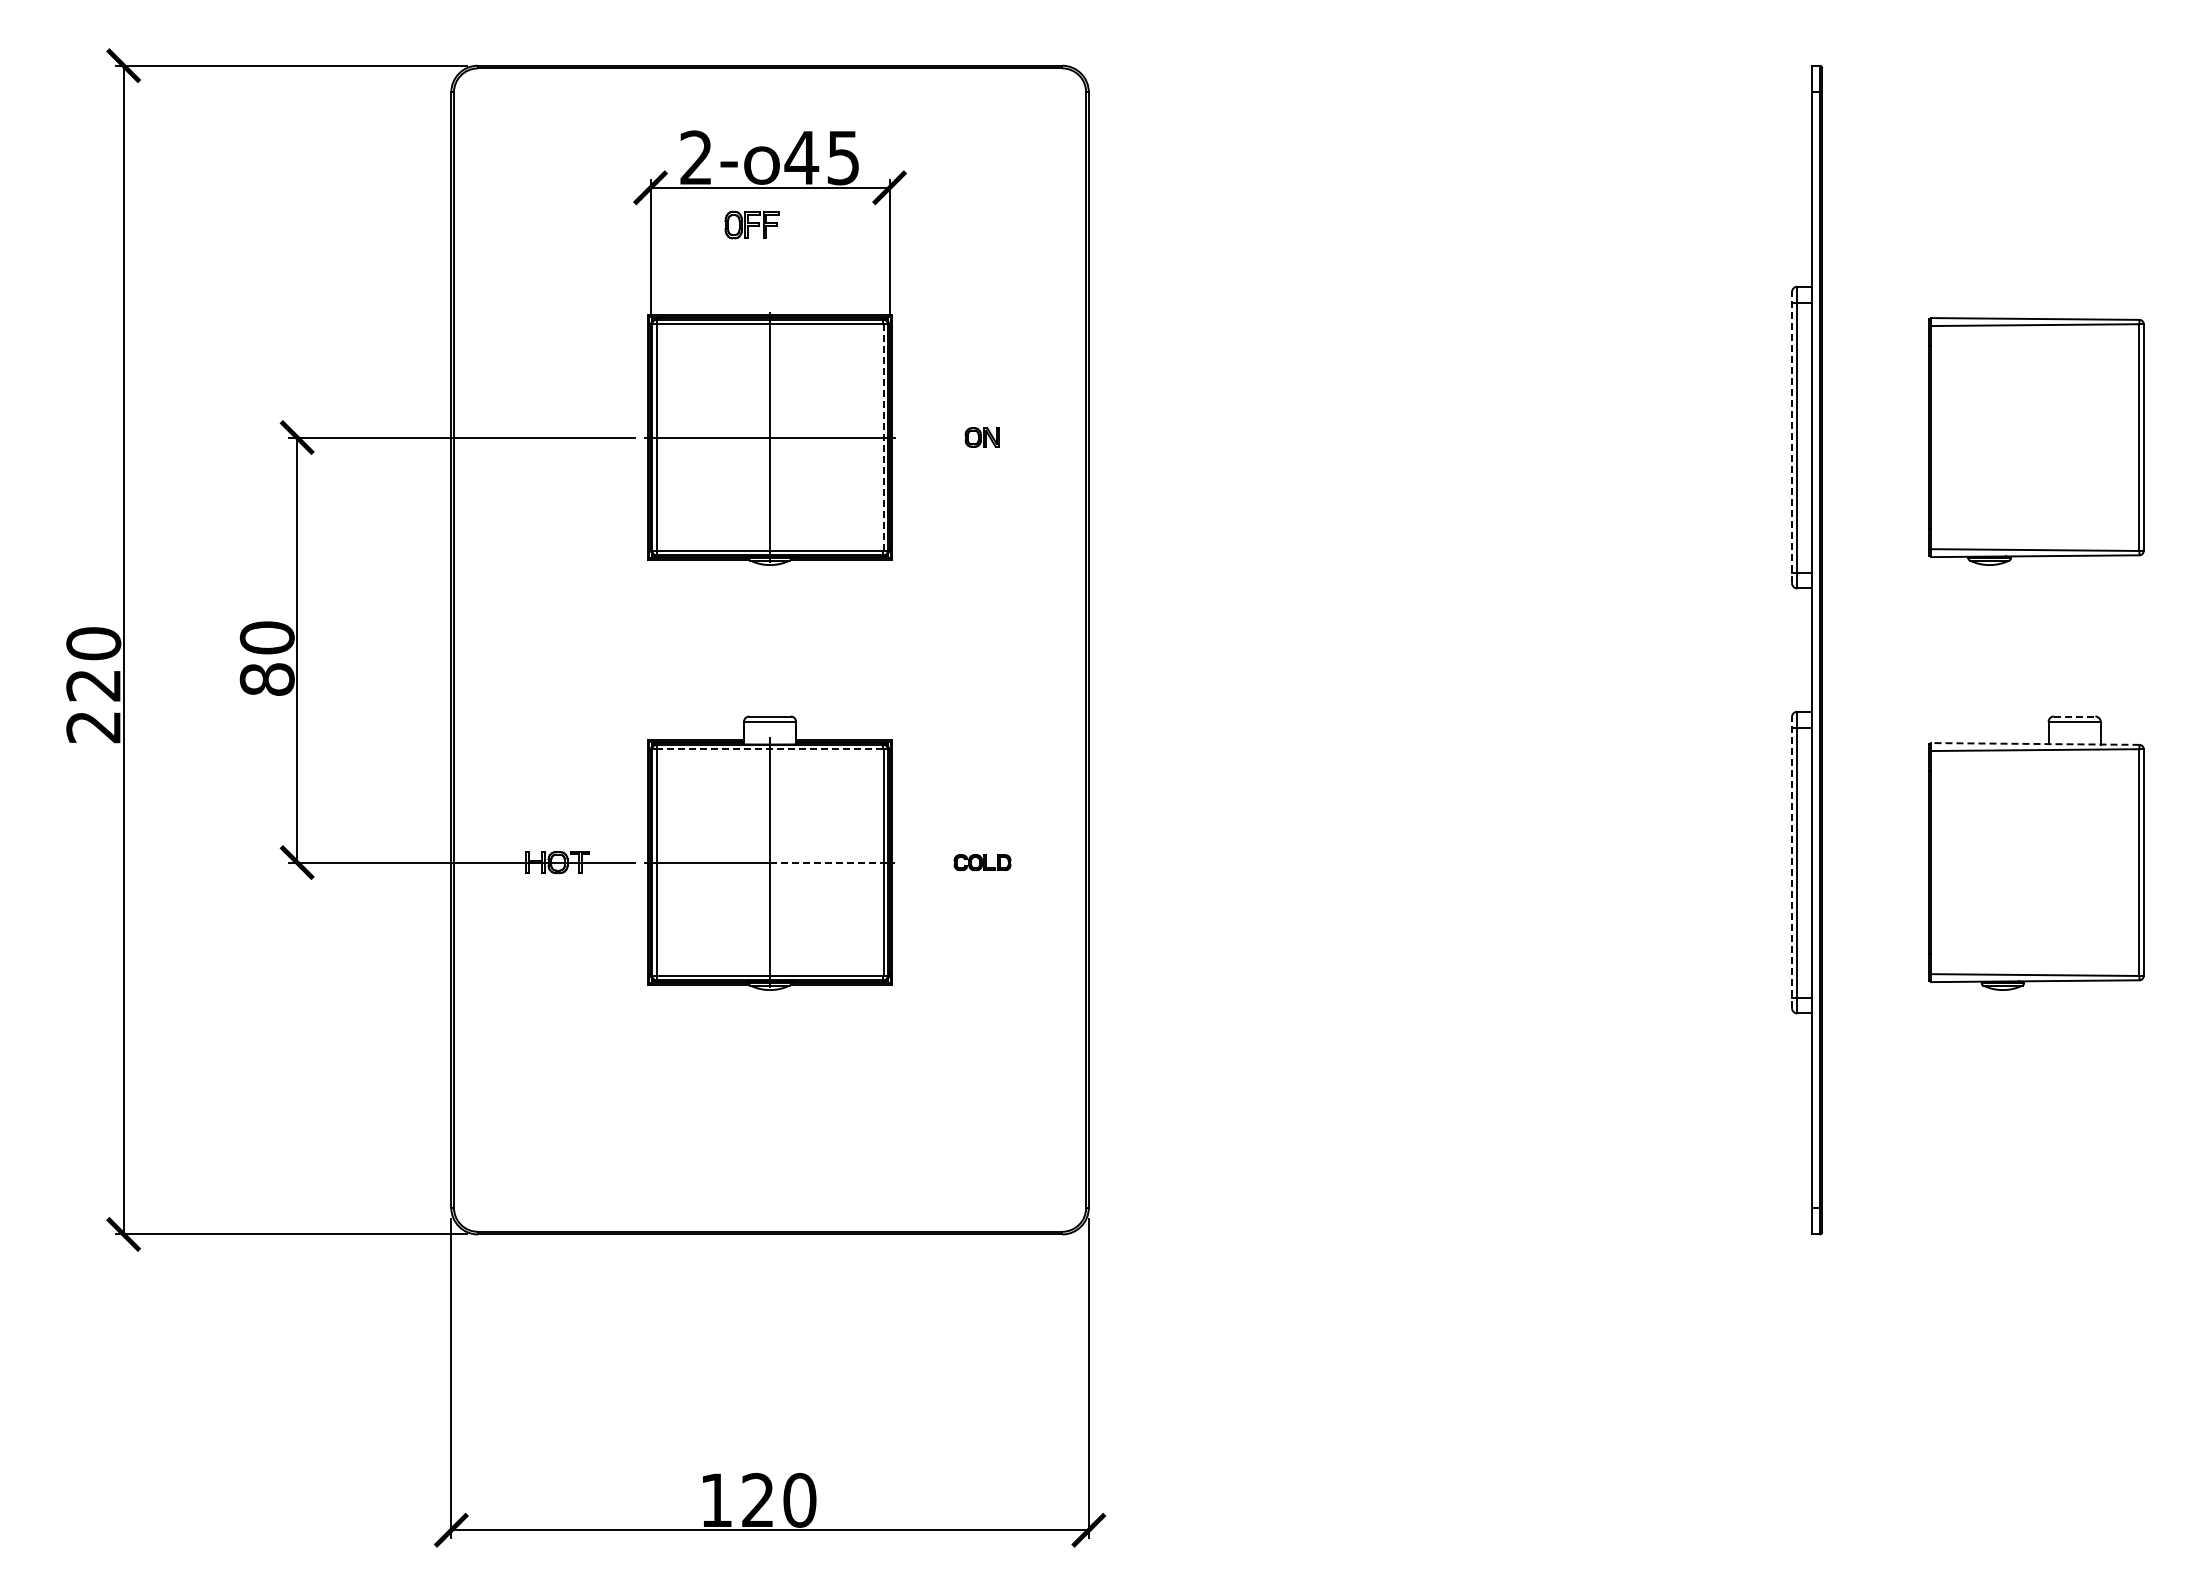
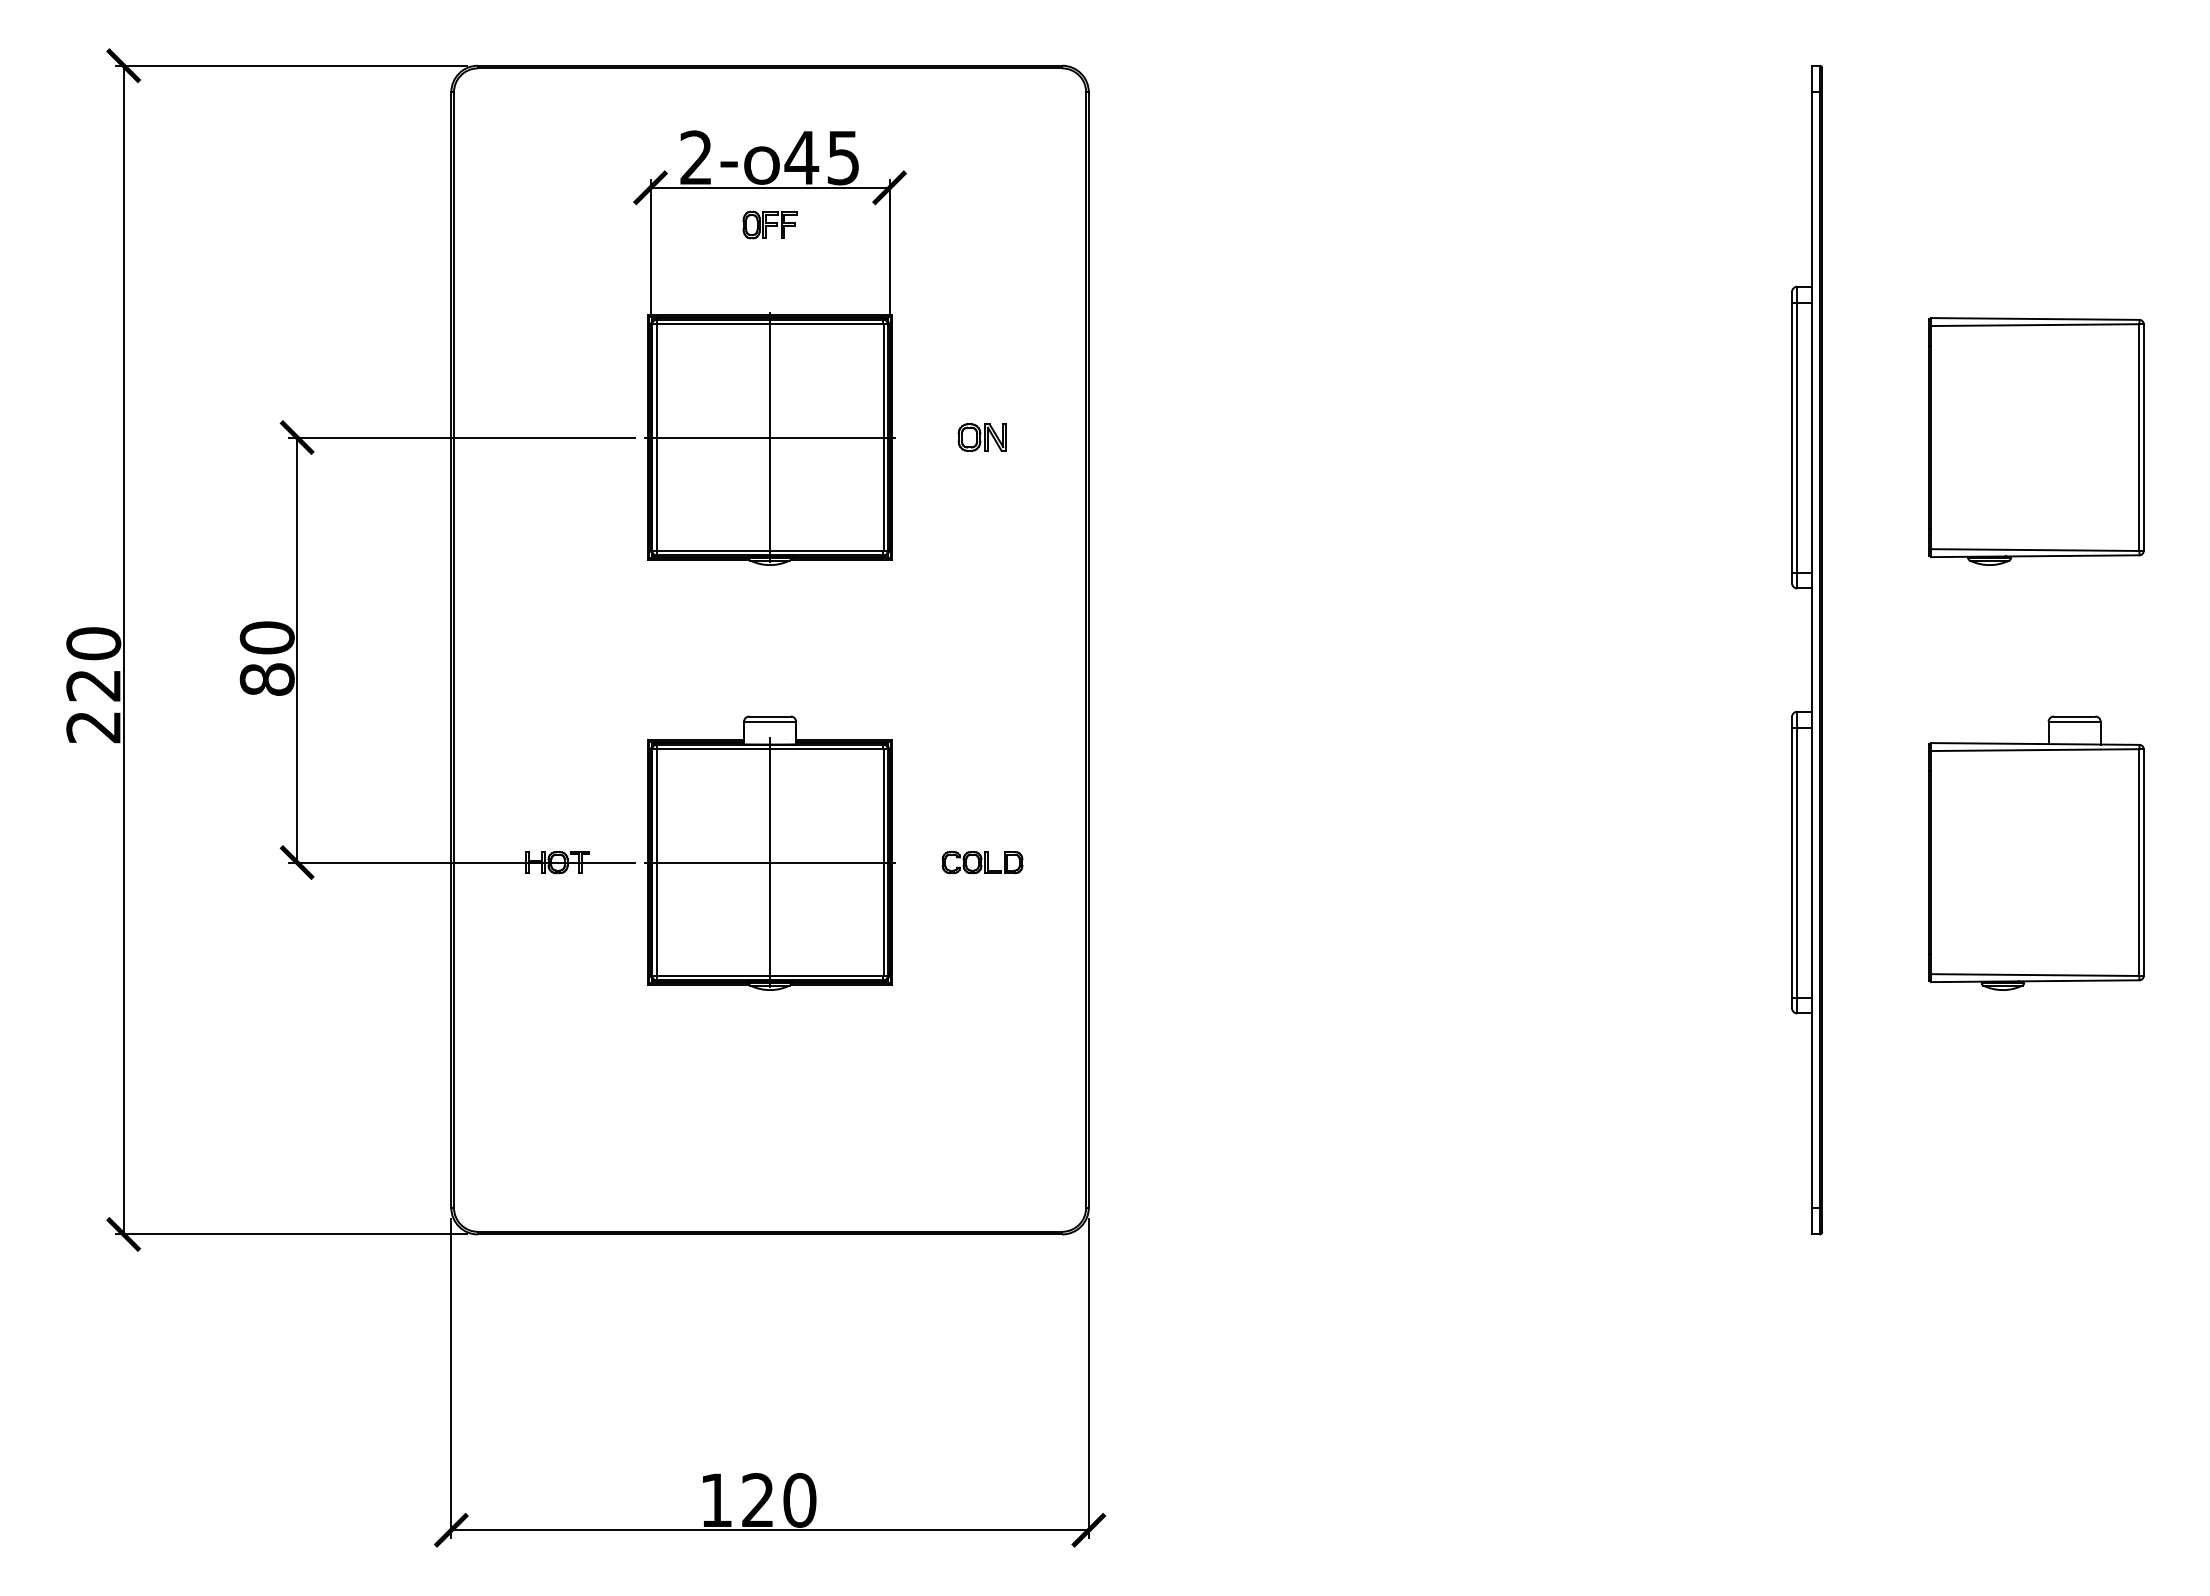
part at (751, 224) position: (751, 224) -> (769, 224)
line at (883, 437): dashed -> solid
part at (981, 437) size: 36x21 px -> 50x29 px
line at (1792, 437): dashed -> solid
line at (2074, 716): dashed -> solid
line at (2034, 743): dashed -> solid
line at (769, 749): dashed -> solid
line at (833, 862): dashed -> solid
part at (982, 862) size: 59x18 px -> 83x24 px
line at (1792, 862): dashed -> solid
